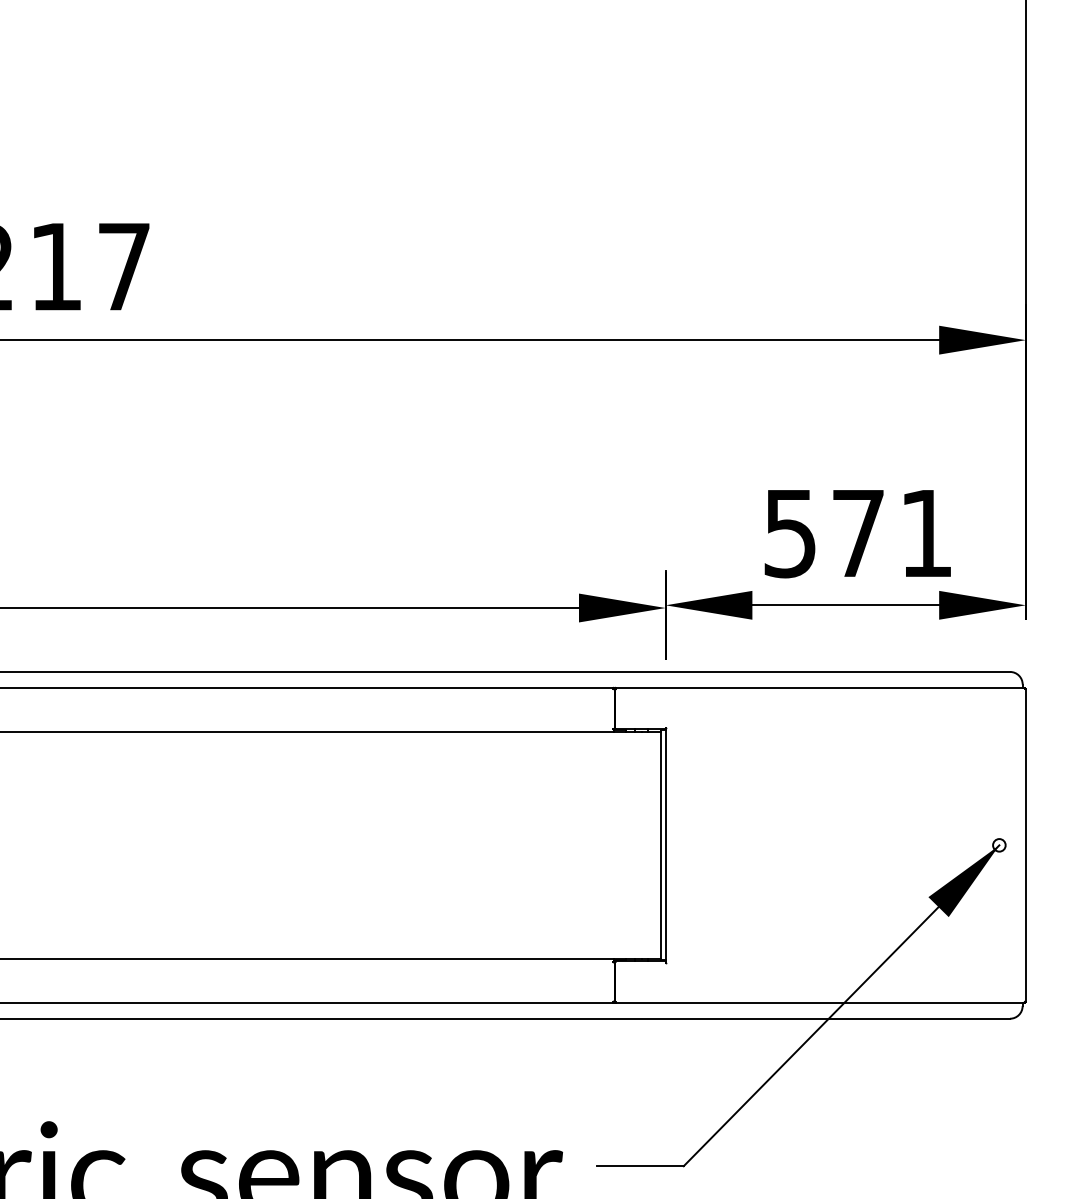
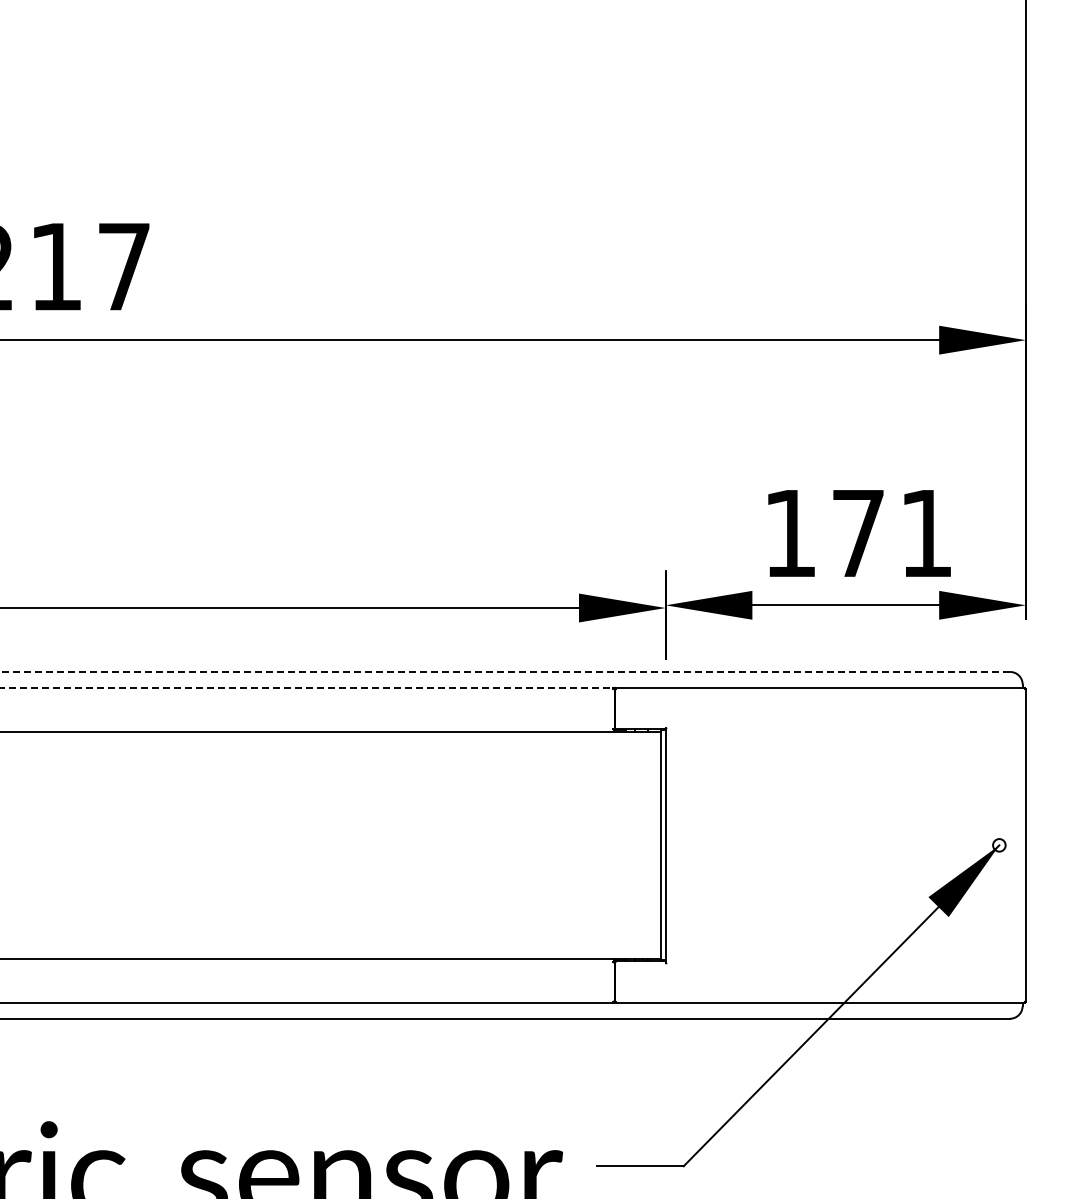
text at (789, 534): 571 -> 171
line at (505, 671): solid -> dashed
line at (307, 687): solid -> dashed
